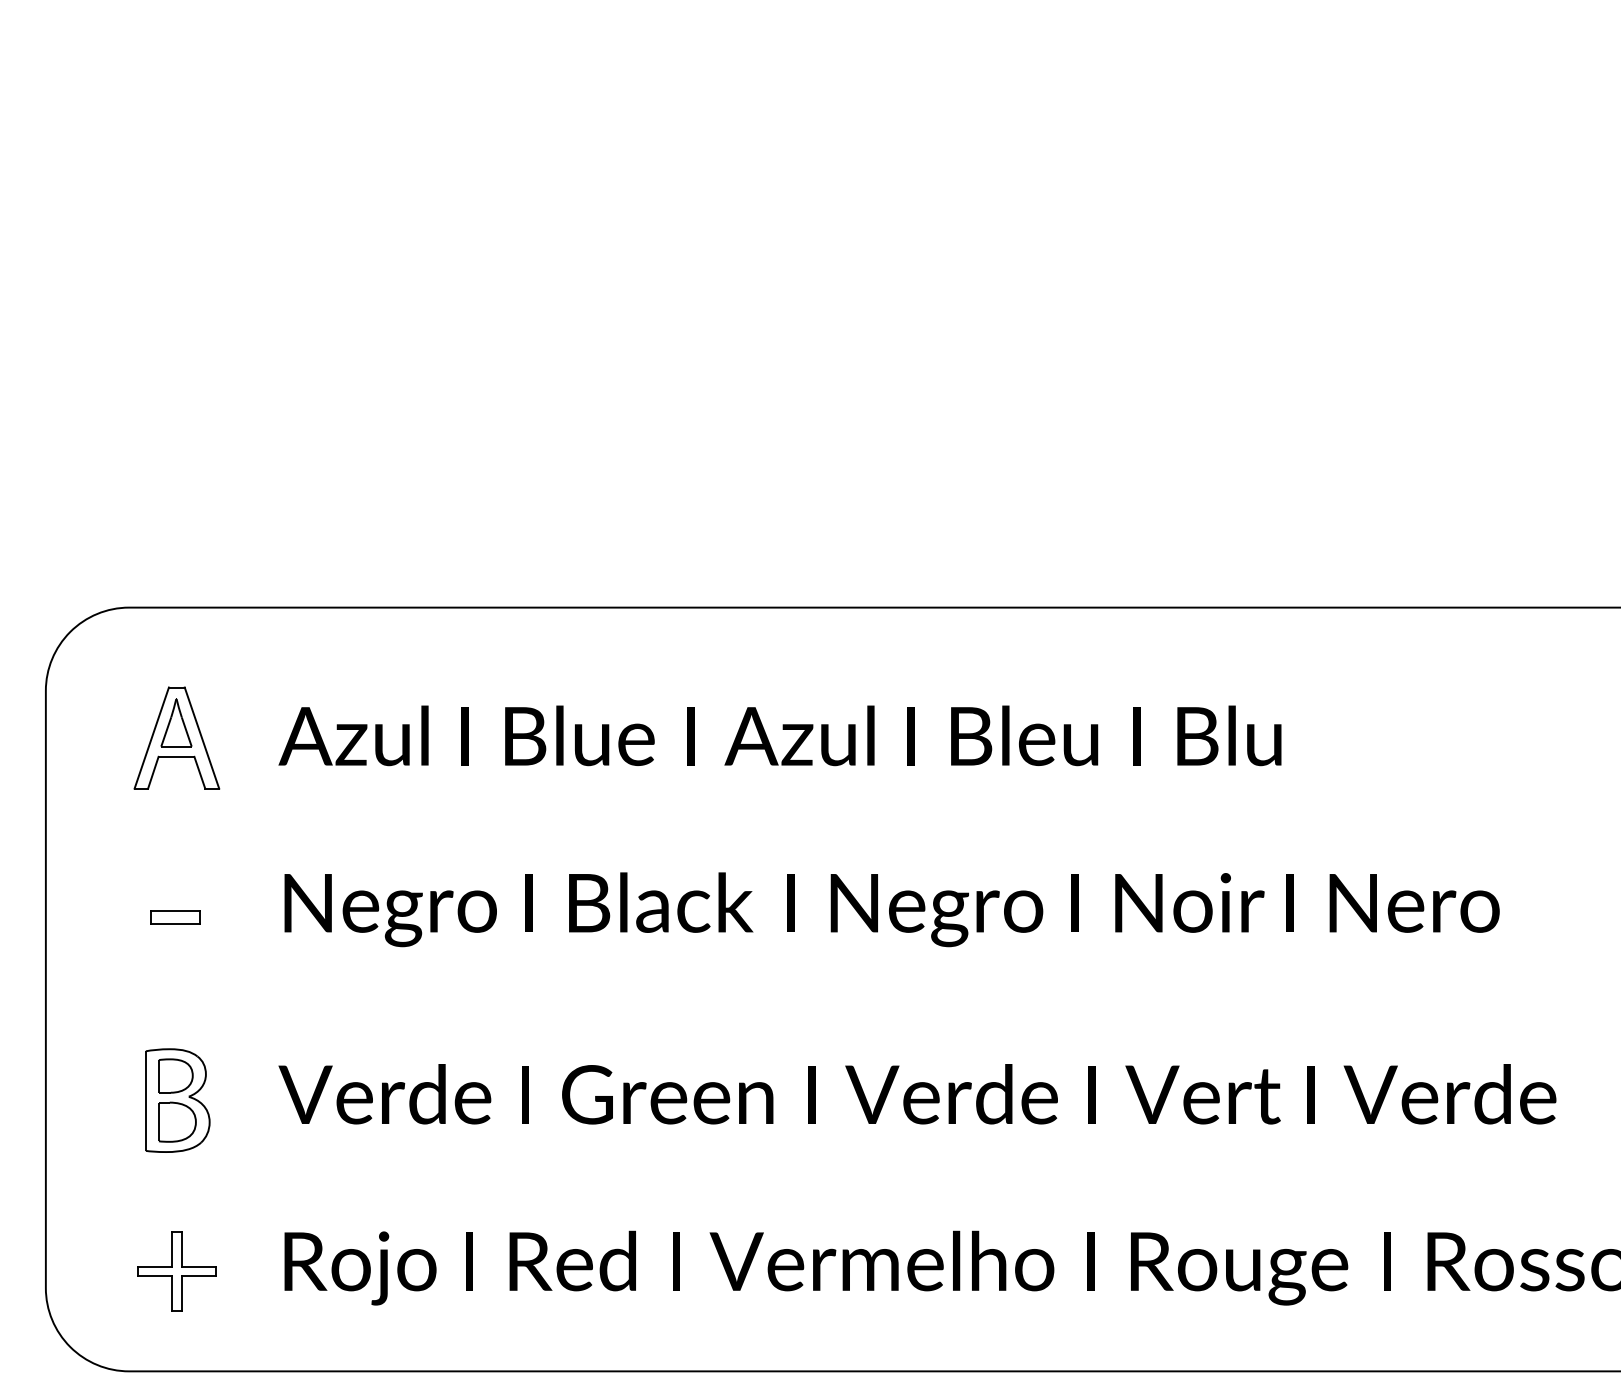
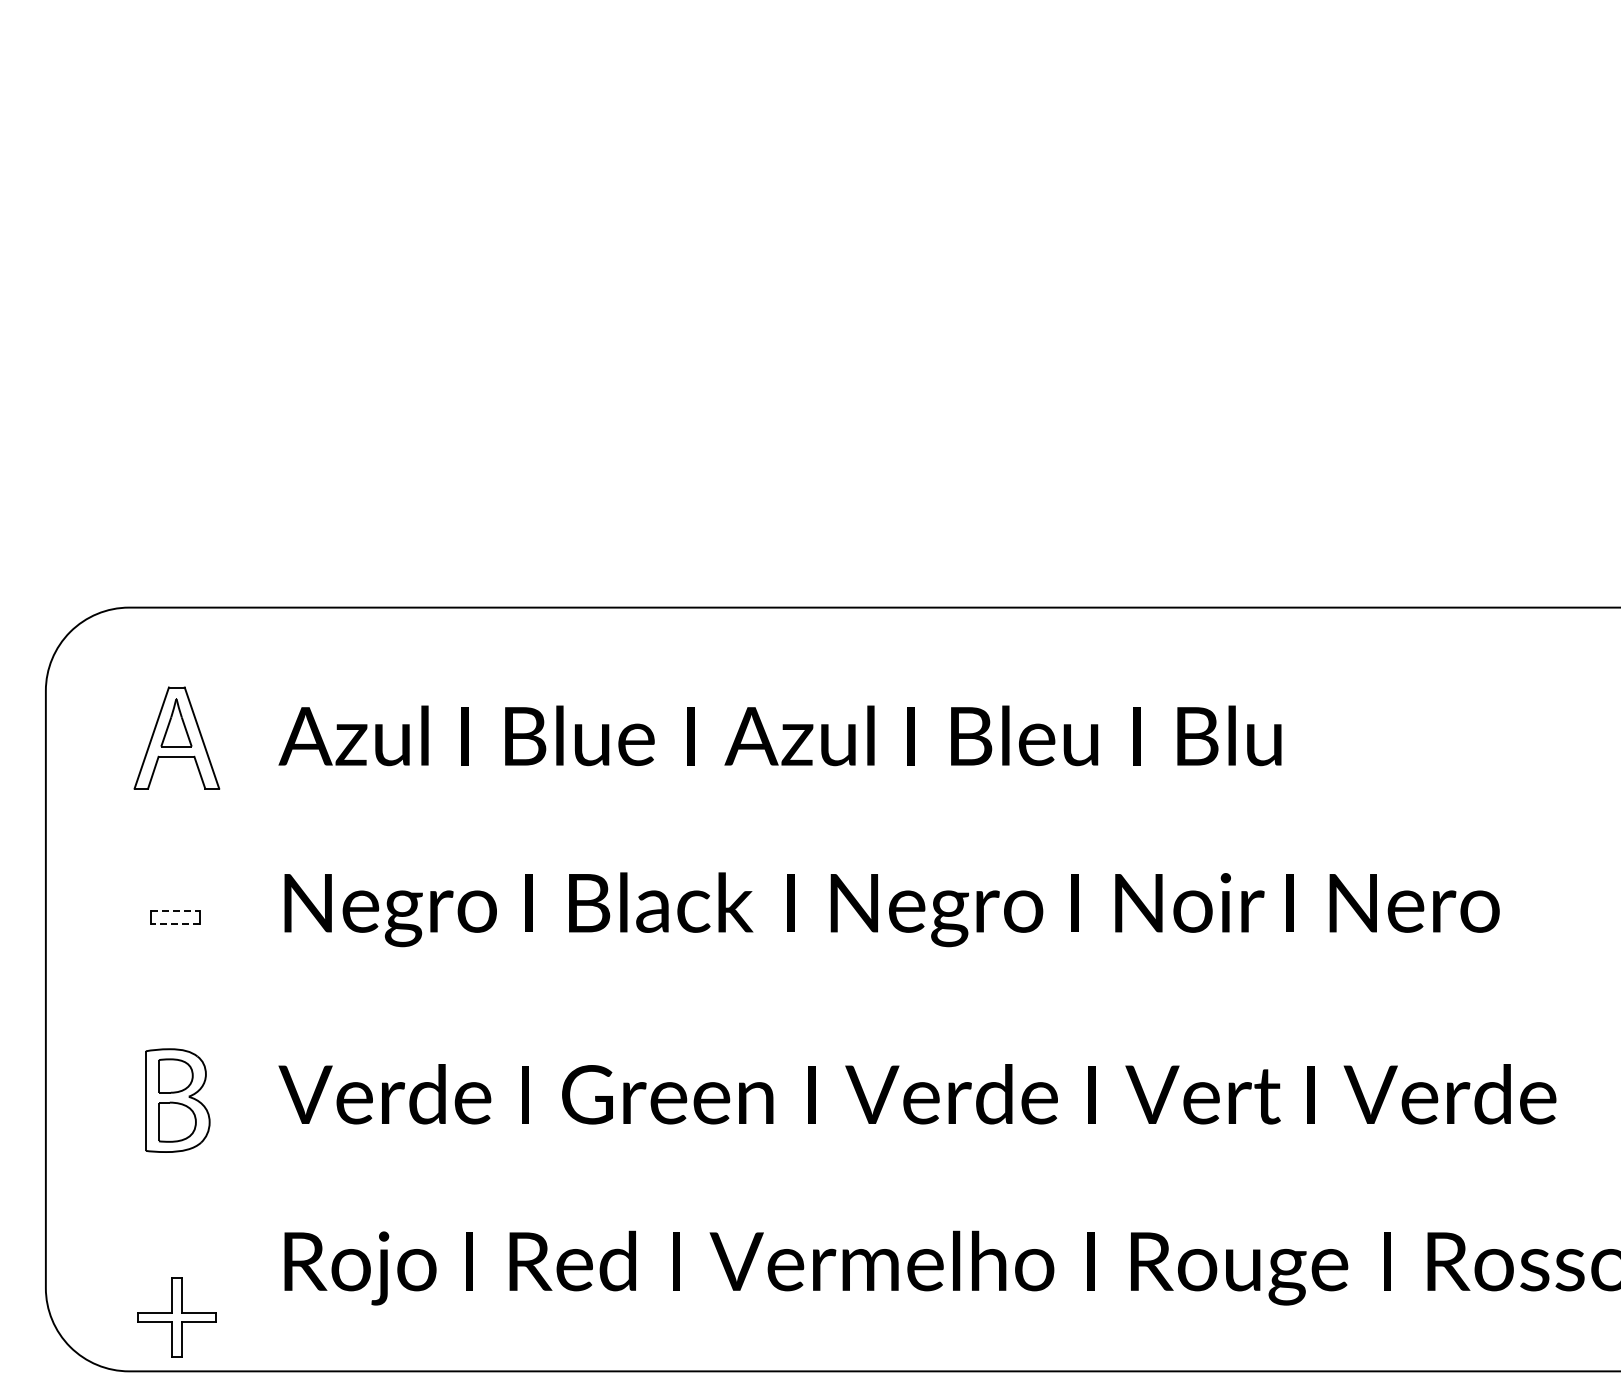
line at (175, 910): solid -> dashed
line at (175, 923): solid -> dashed
part at (176, 1271) position: (176, 1271) -> (176, 1317)
